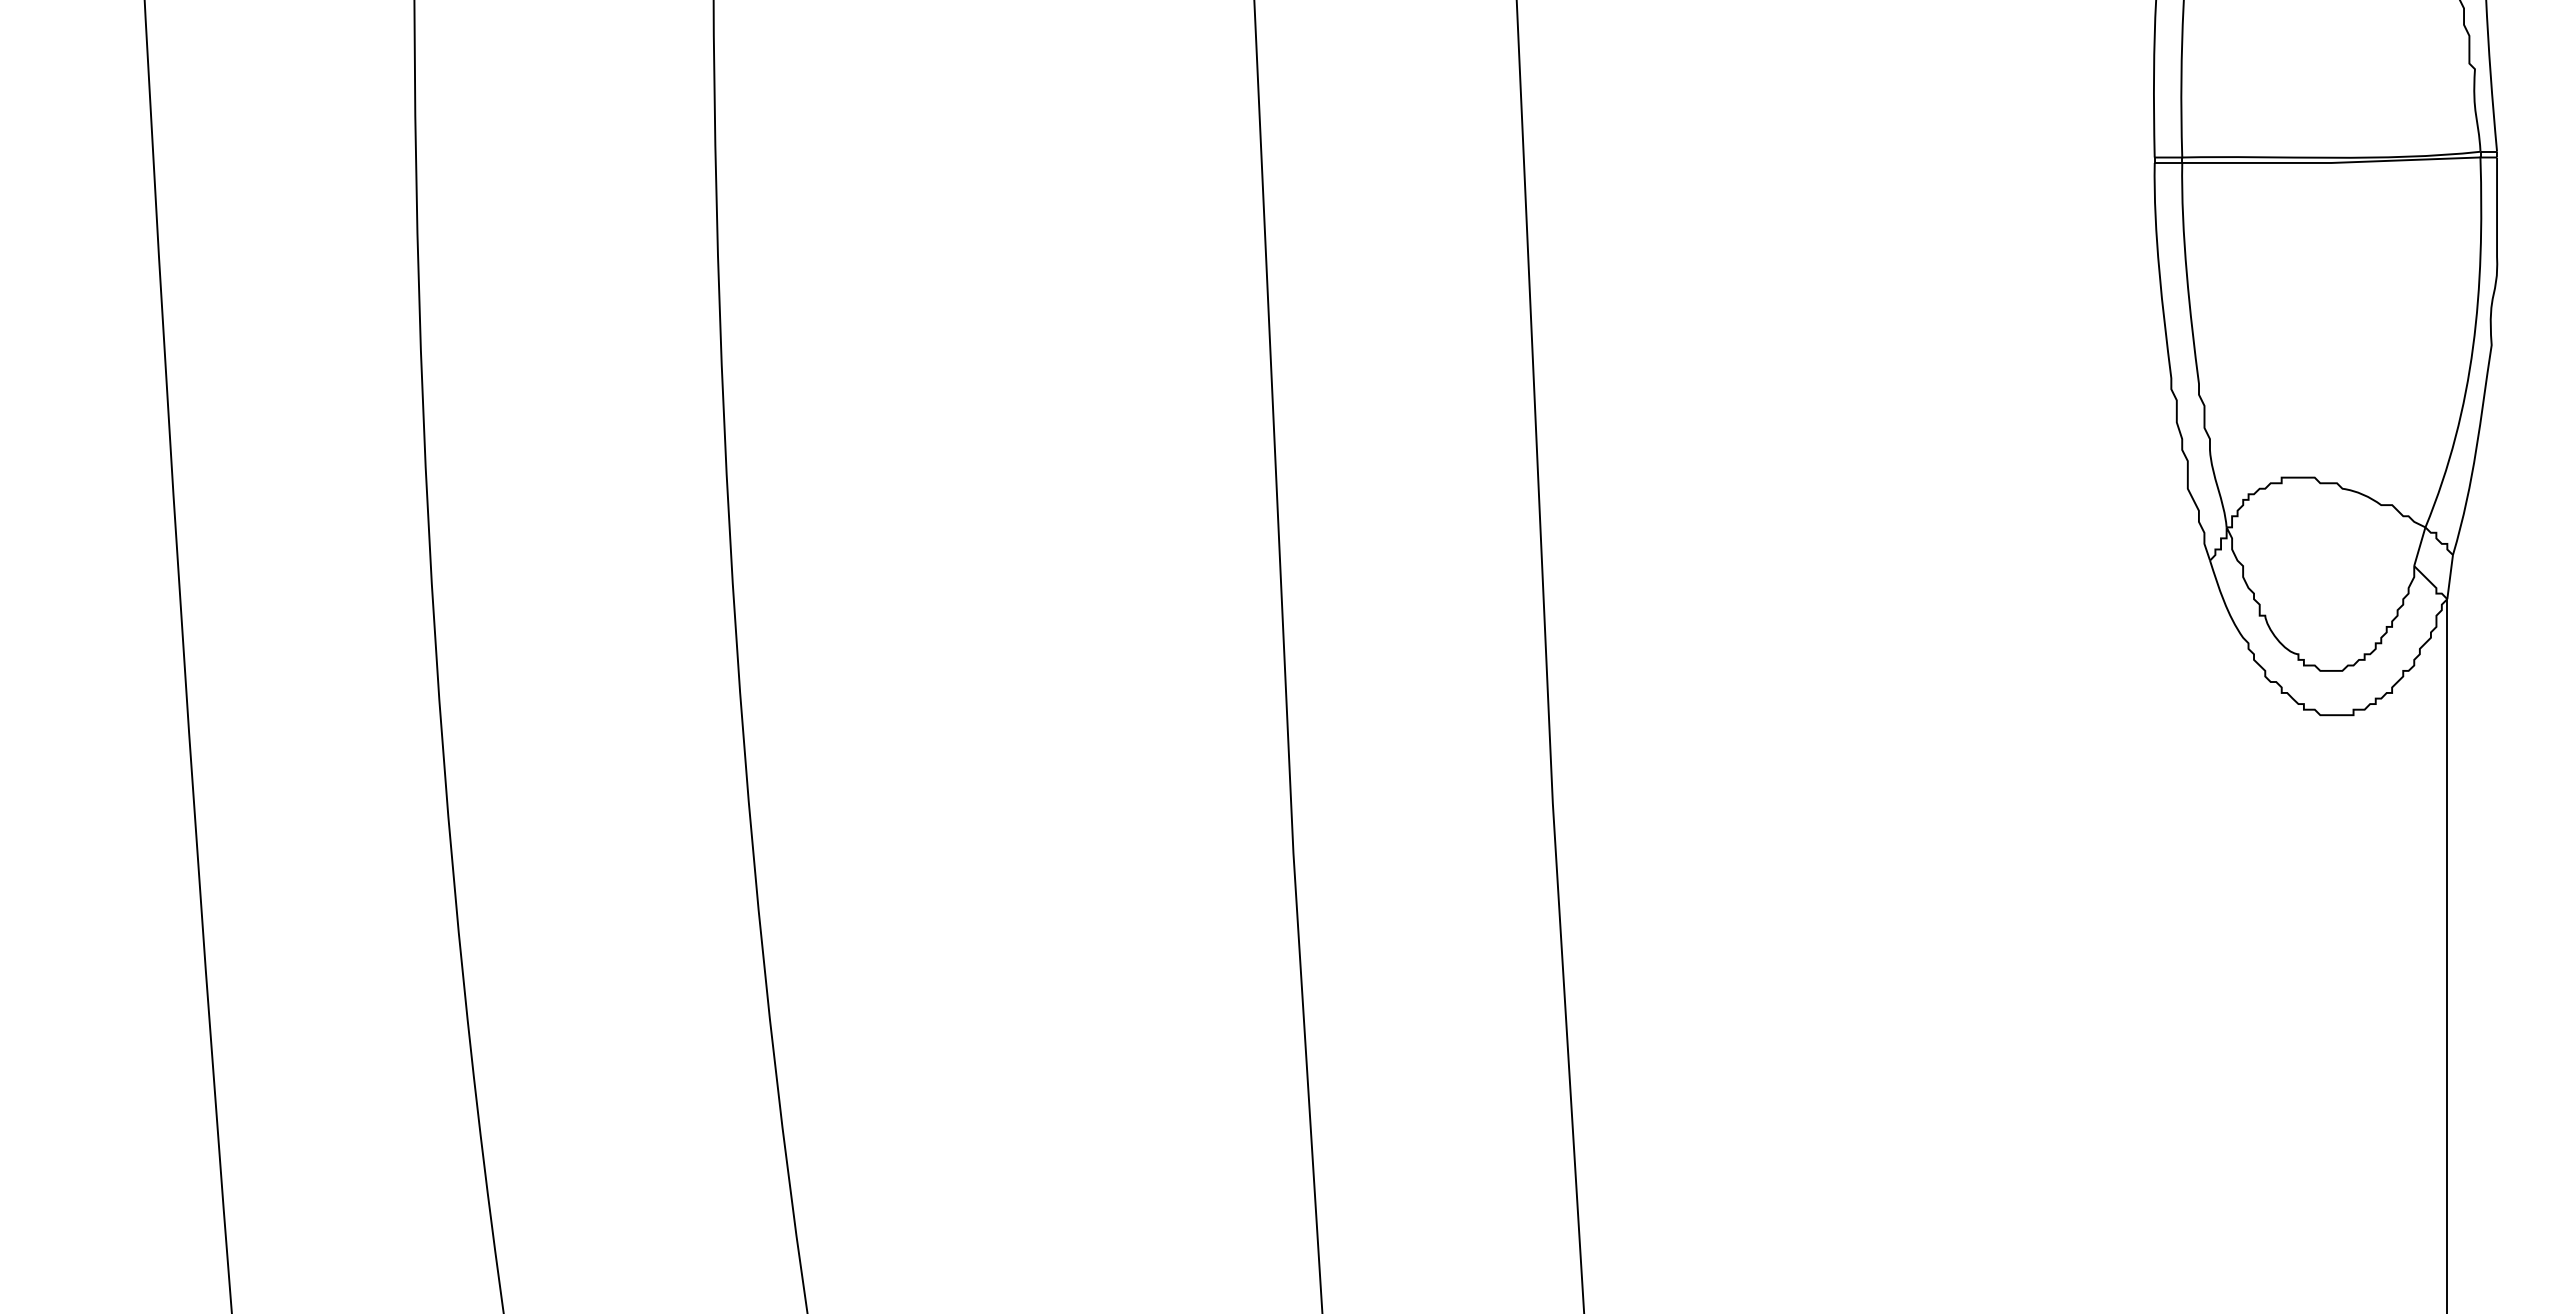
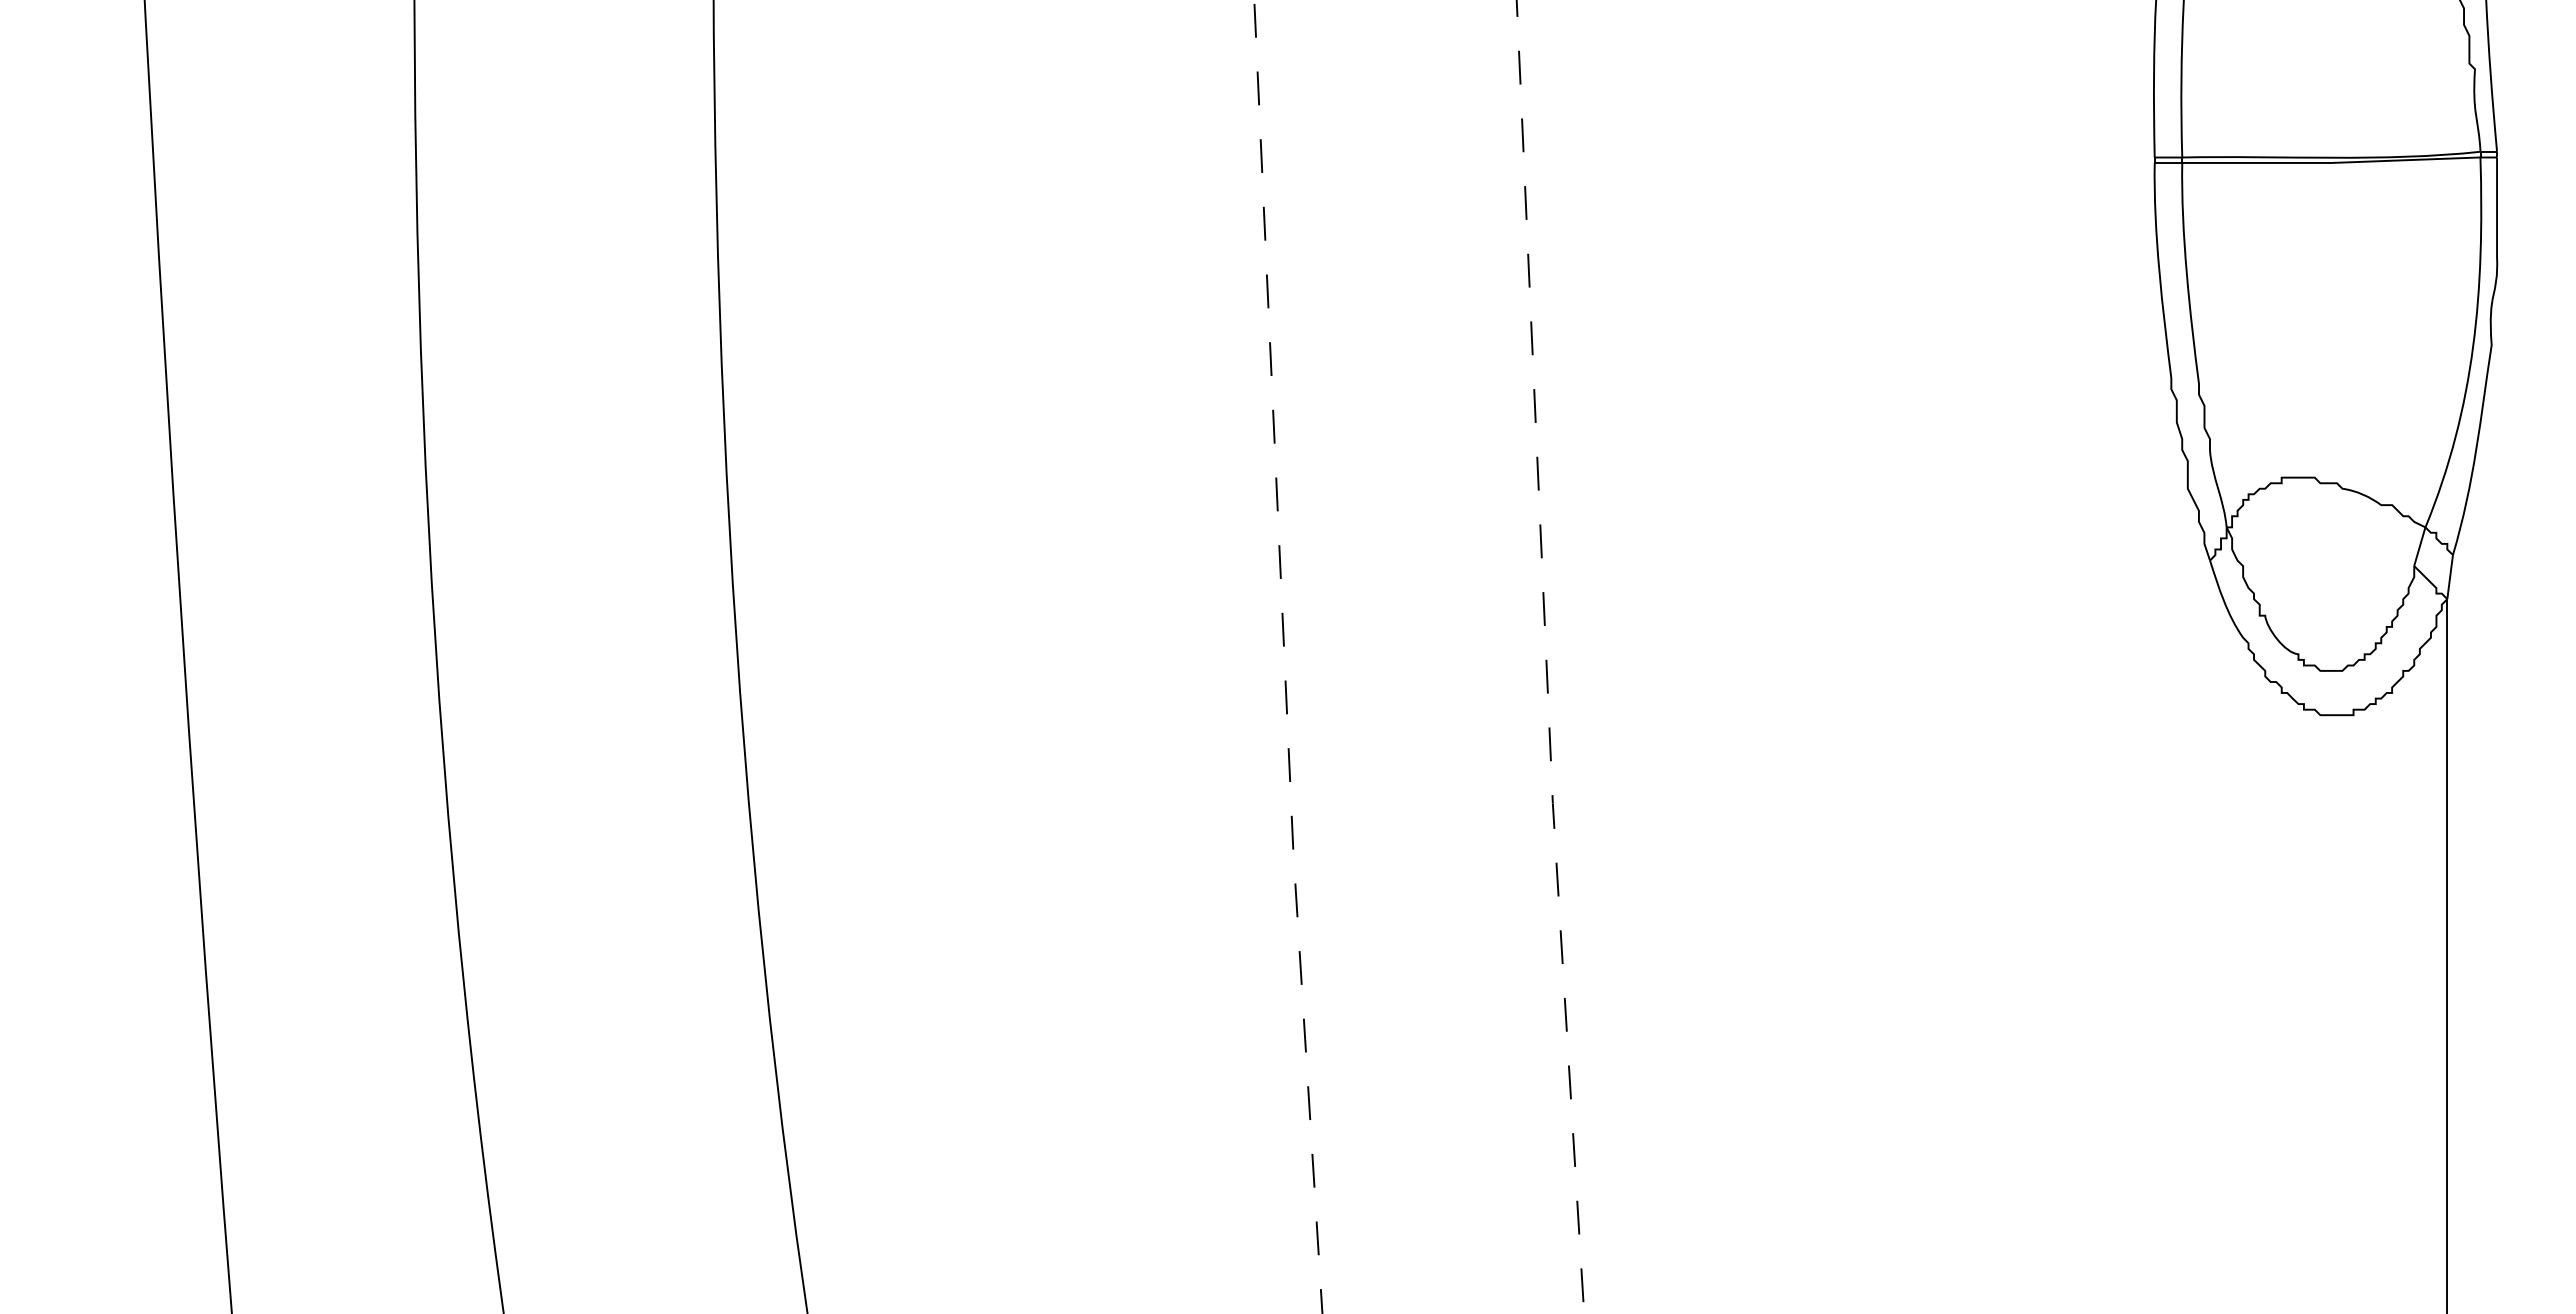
line at (1284, 657): solid -> dashed
line at (1546, 657): solid -> dashed
